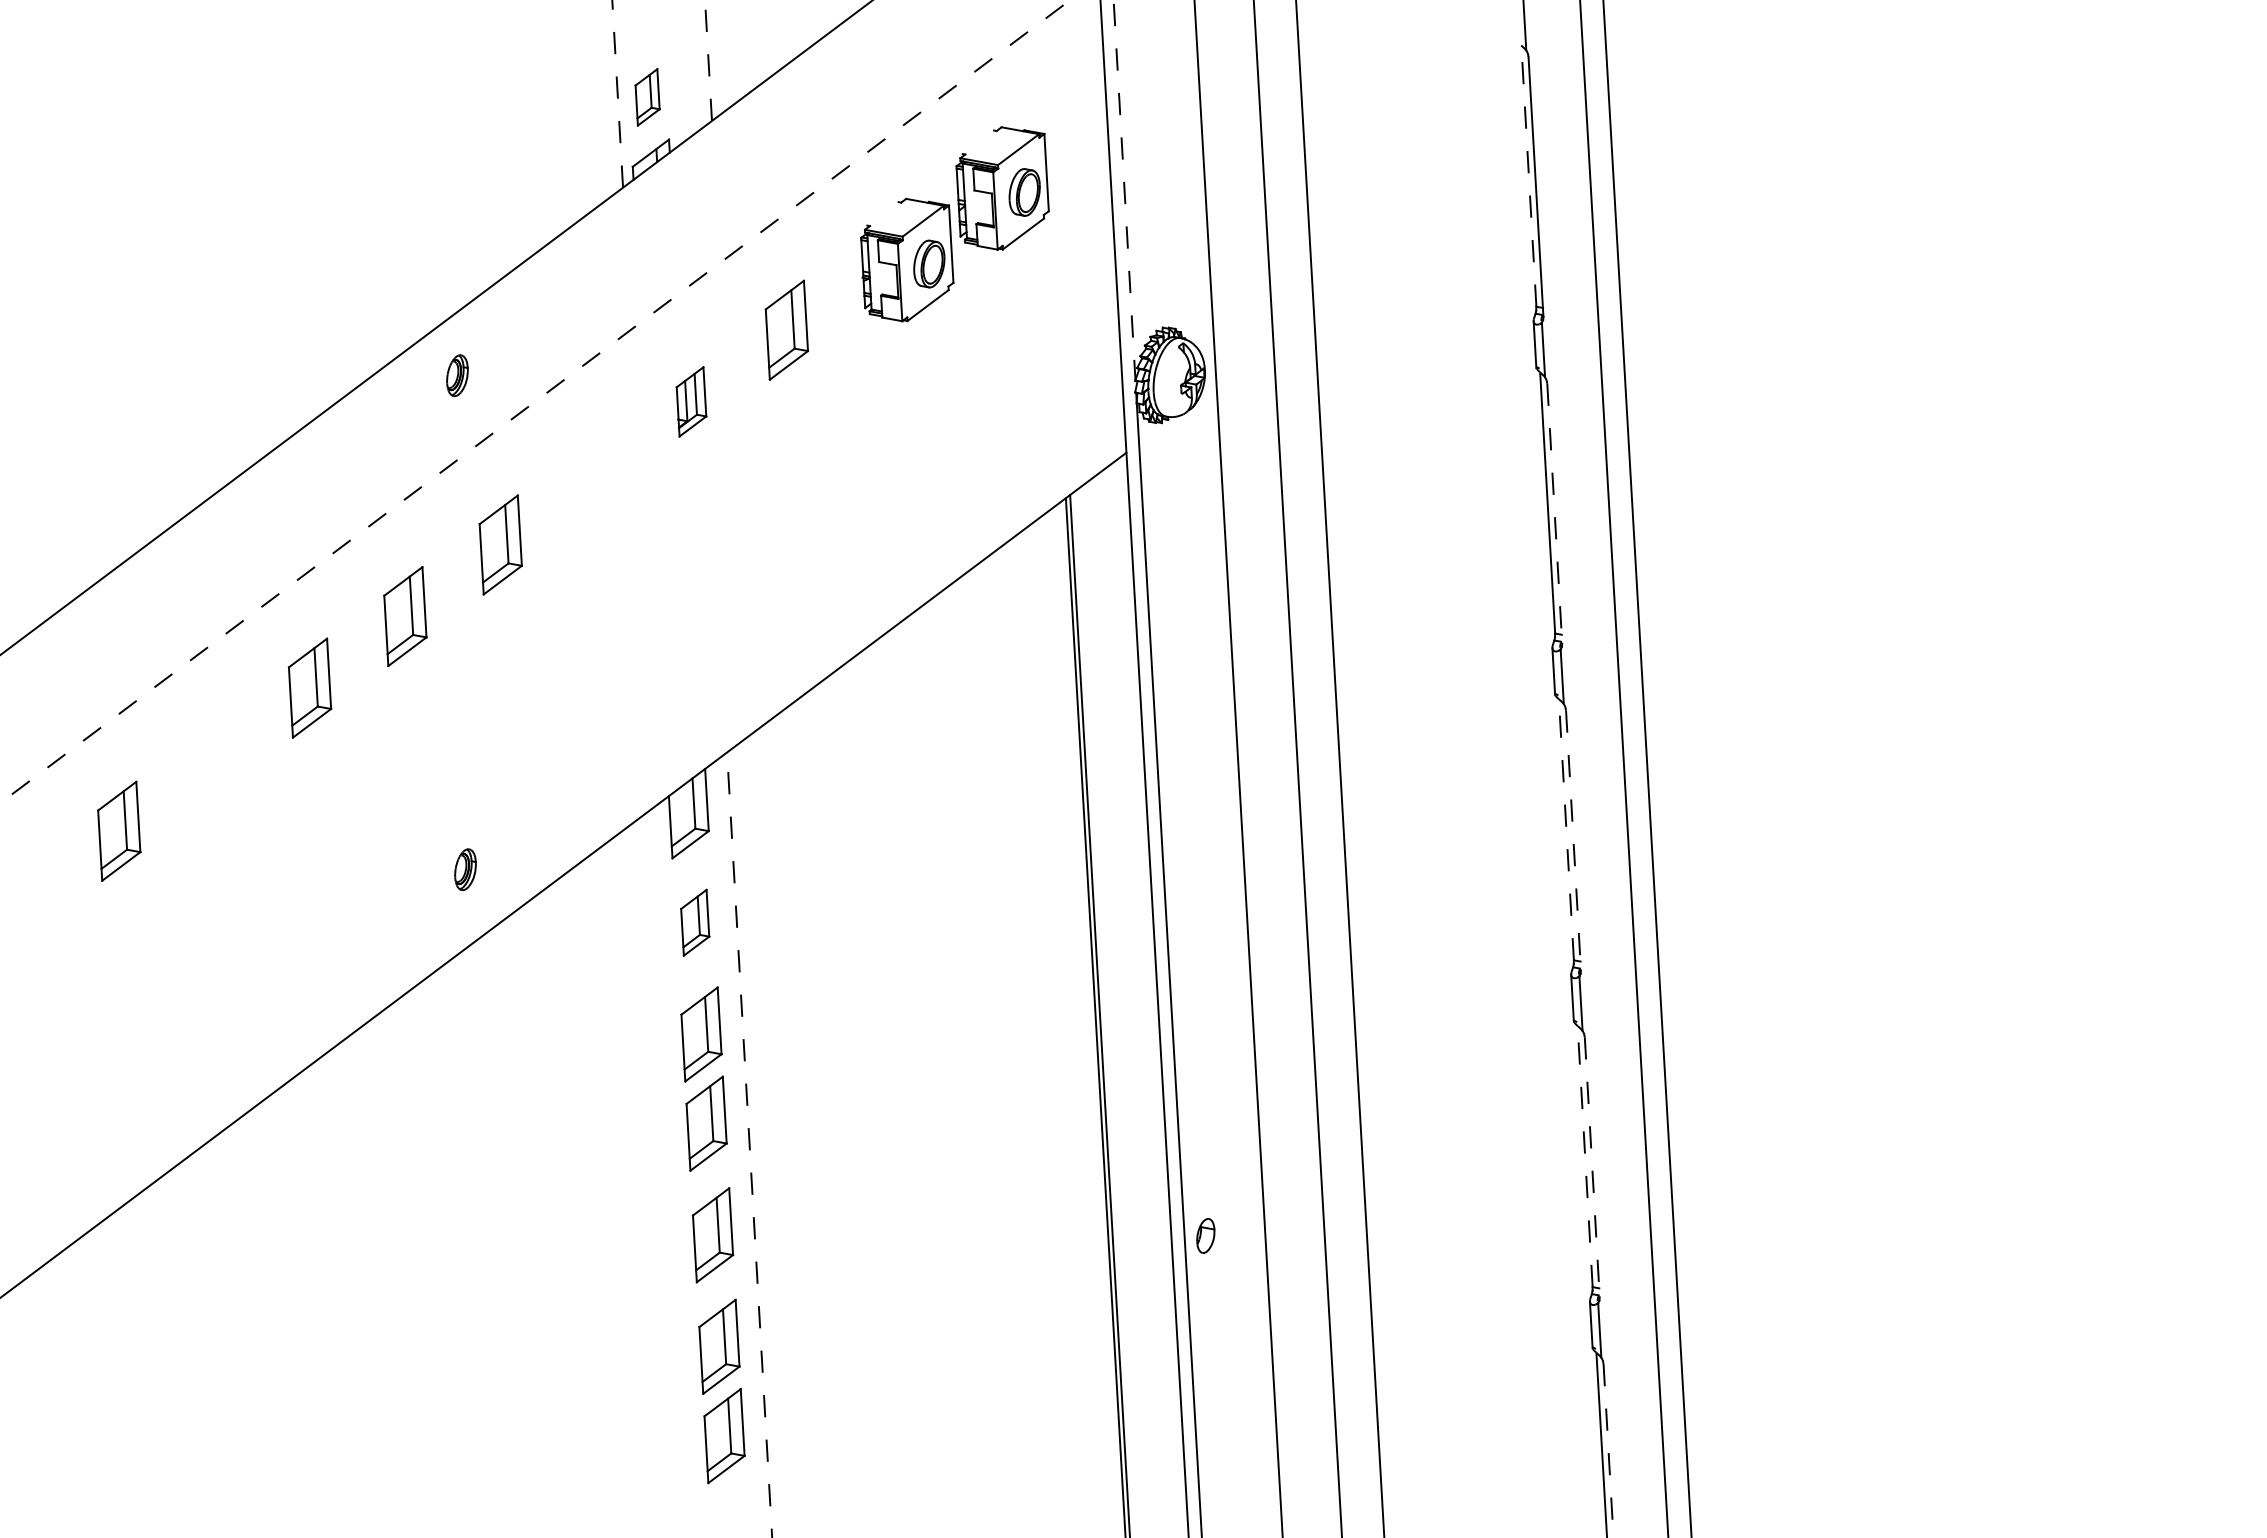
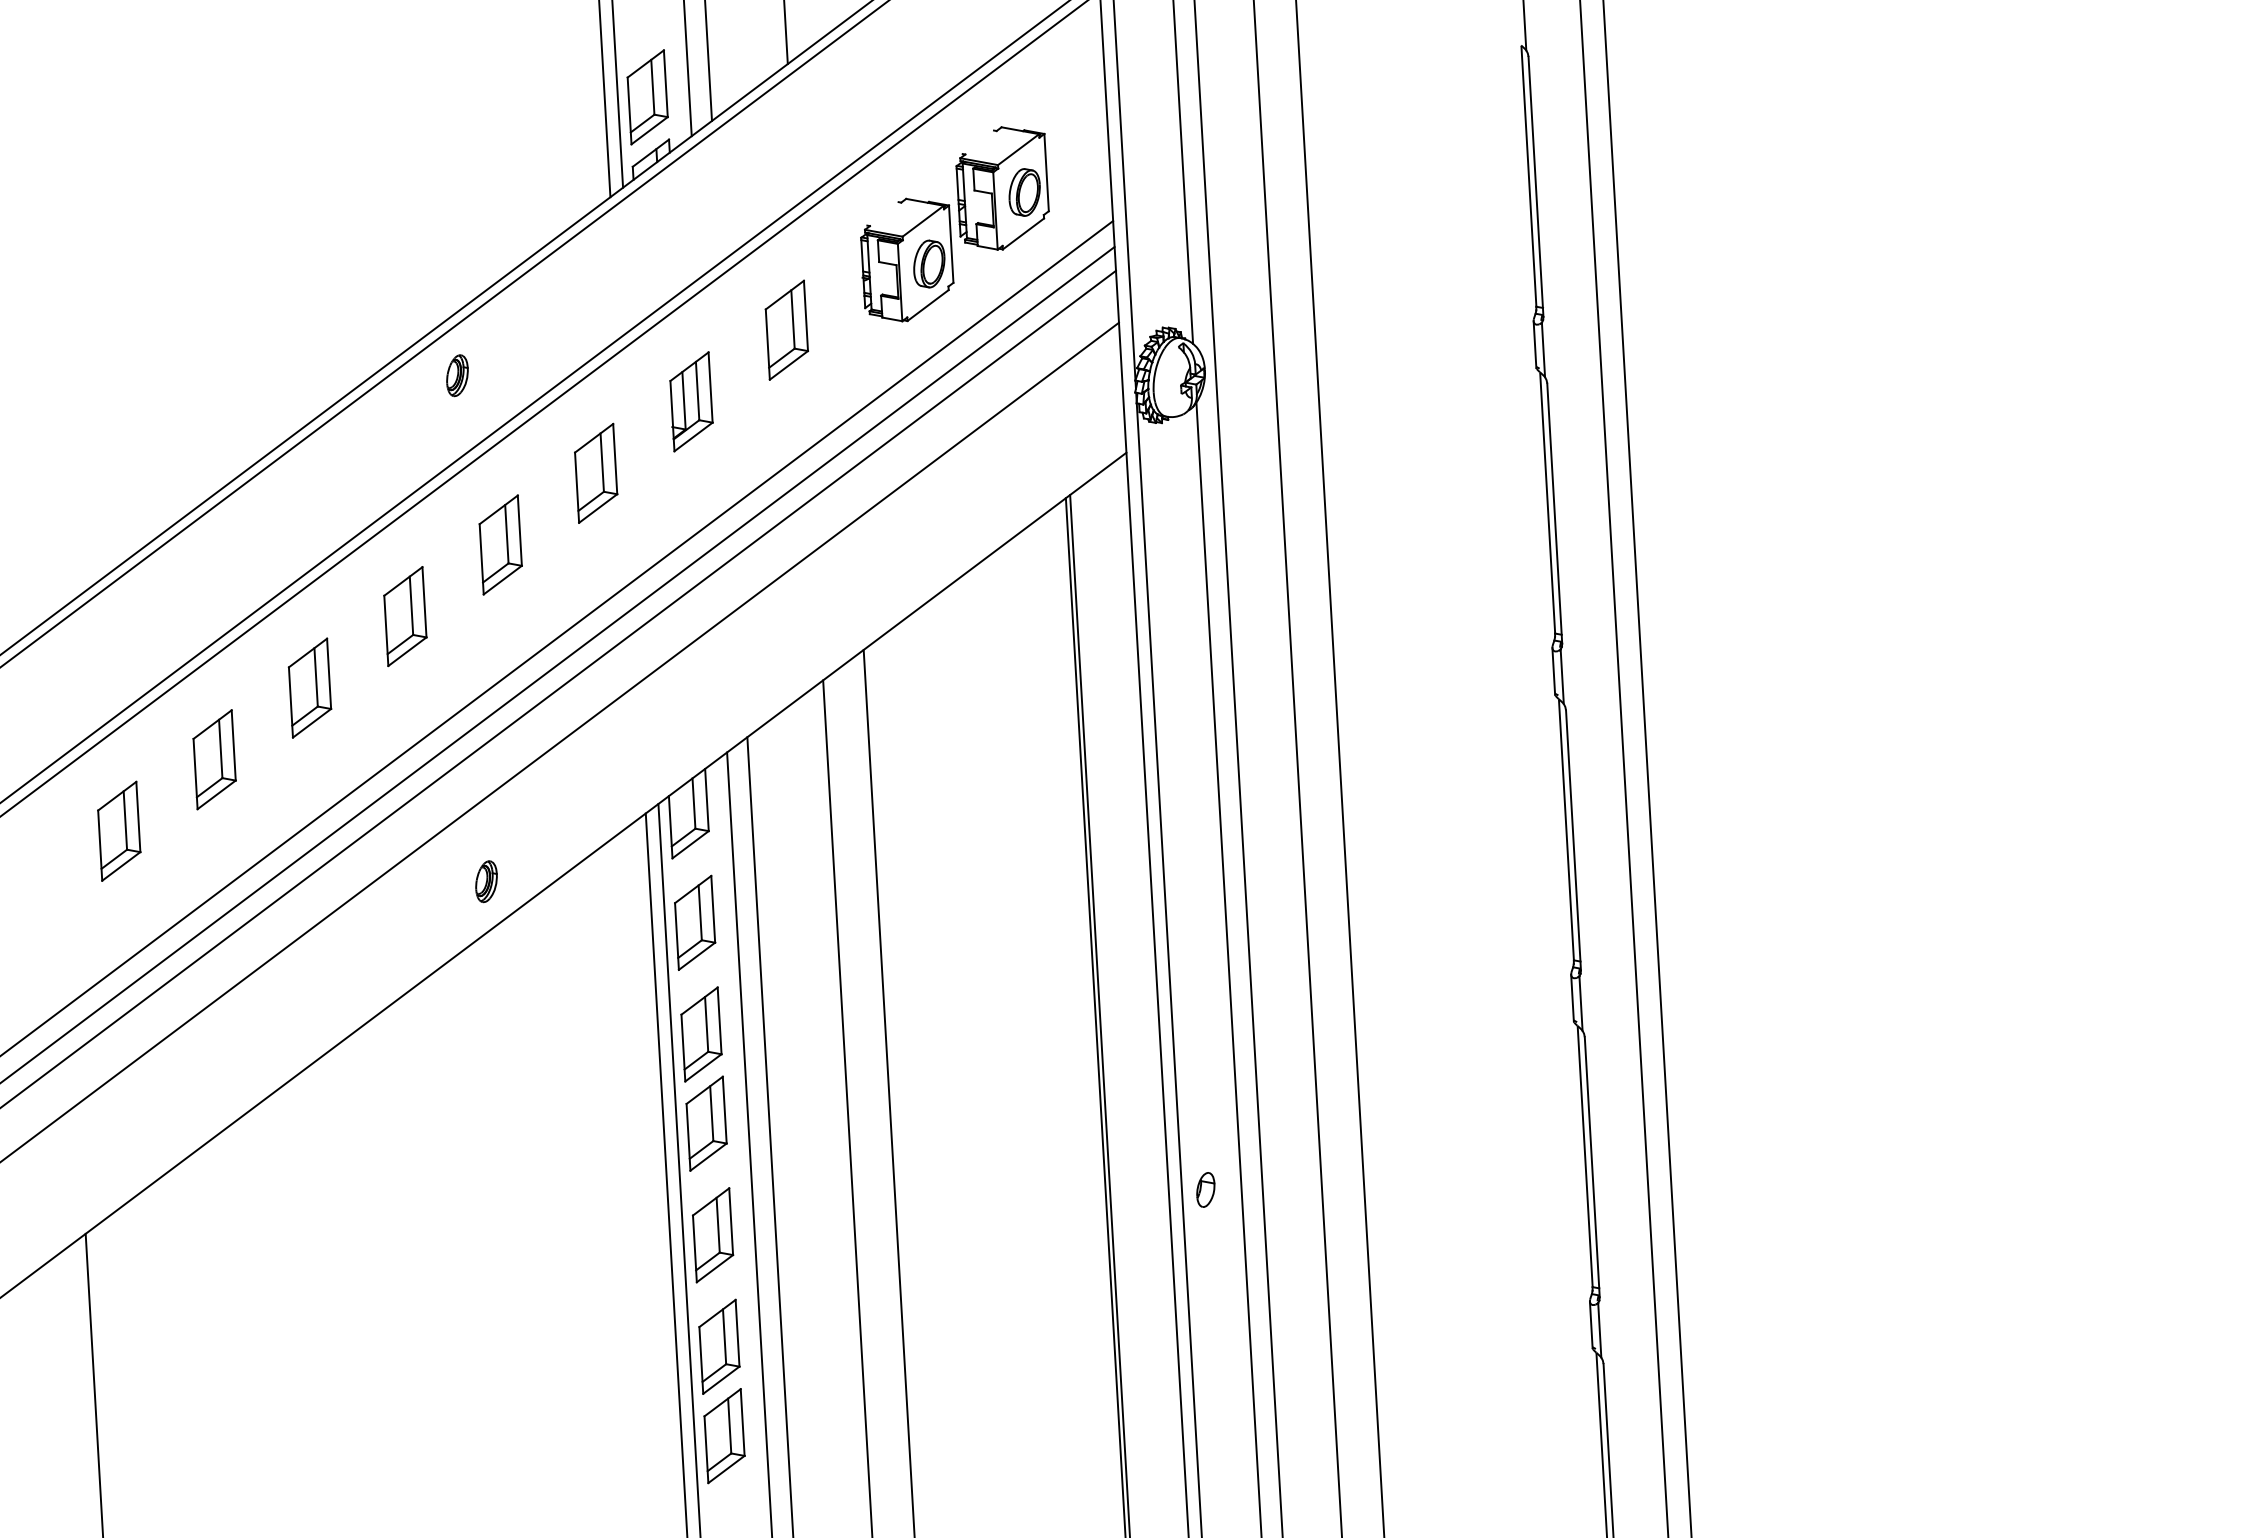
line at (785, 33): none -> present
line at (708, 60): dashed -> solid
line at (687, 69): none -> present
line at (617, 93): dashed -> solid
part at (647, 97) size: 27x59 px -> 43x97 px
line at (604, 99): none -> present
line at (1183, 172): none -> present
line at (1528, 176): dashed -> solid
line at (1124, 195): dashed -> solid
line at (444, 334): none -> present
line at (535, 401): dashed -> solid
part at (691, 401) size: 33x72 px -> 45x102 px
line at (543, 408): none -> present
part at (596, 472): none -> present
line at (1554, 514): dashed -> solid
line at (557, 637): none -> present
line at (558, 663): none -> present
line at (559, 688): none -> present
line at (560, 741): none -> present
part at (214, 759): none -> present
line at (1566, 829): dashed -> solid
line at (1573, 840): dashed -> solid
part at (465, 869) position: (465, 869) -> (486, 881)
part at (695, 922) size: 31x69 px -> 43x97 px
line at (1228, 968): none -> present
line at (888, 1091): none -> present
line at (847, 1107): none -> present
line at (770, 1135): none -> present
line at (749, 1144): dashed -> solid
line at (1585, 1156): dashed -> solid
line at (1592, 1167): dashed -> solid
line at (679, 1169): none -> present
line at (666, 1173): none -> present
part at (1205, 1235) position: (1205, 1235) -> (1205, 1189)
line at (93, 1383): none -> present
line at (1608, 1450): dashed -> solid
